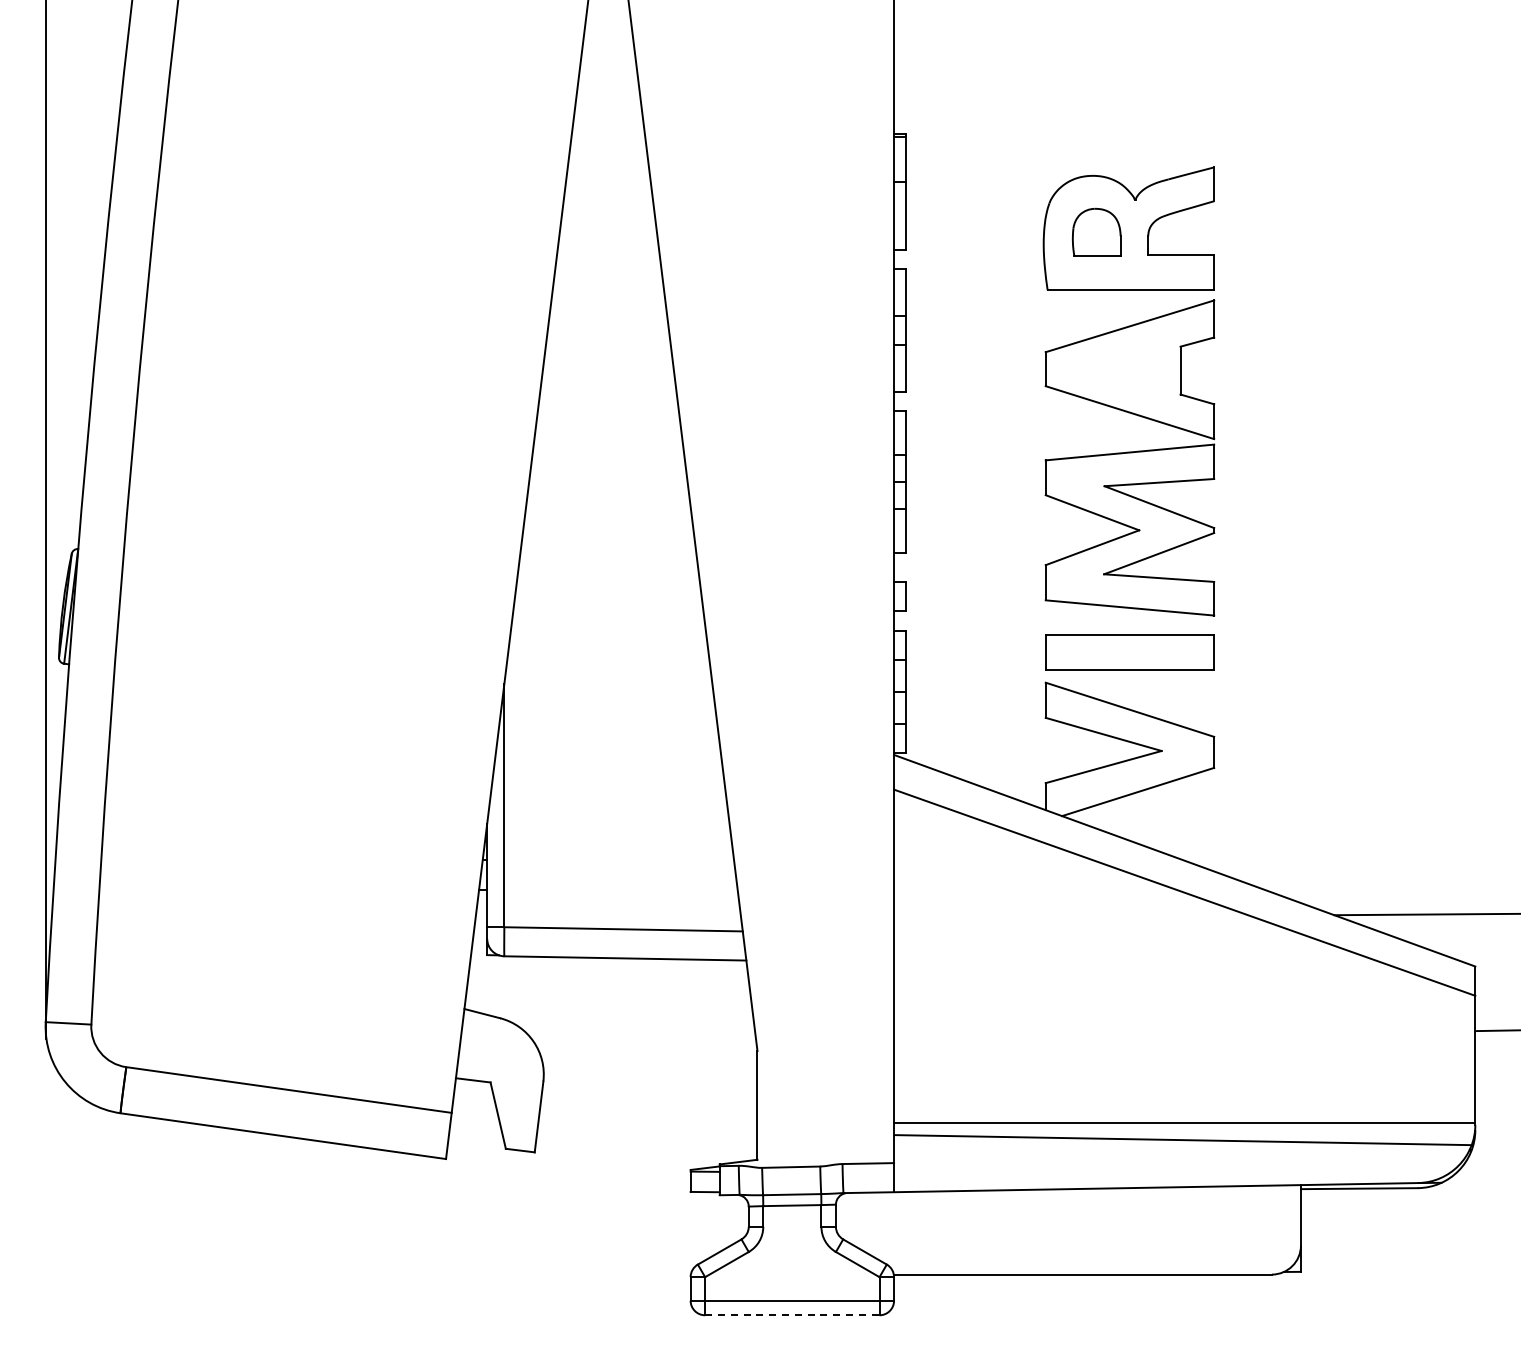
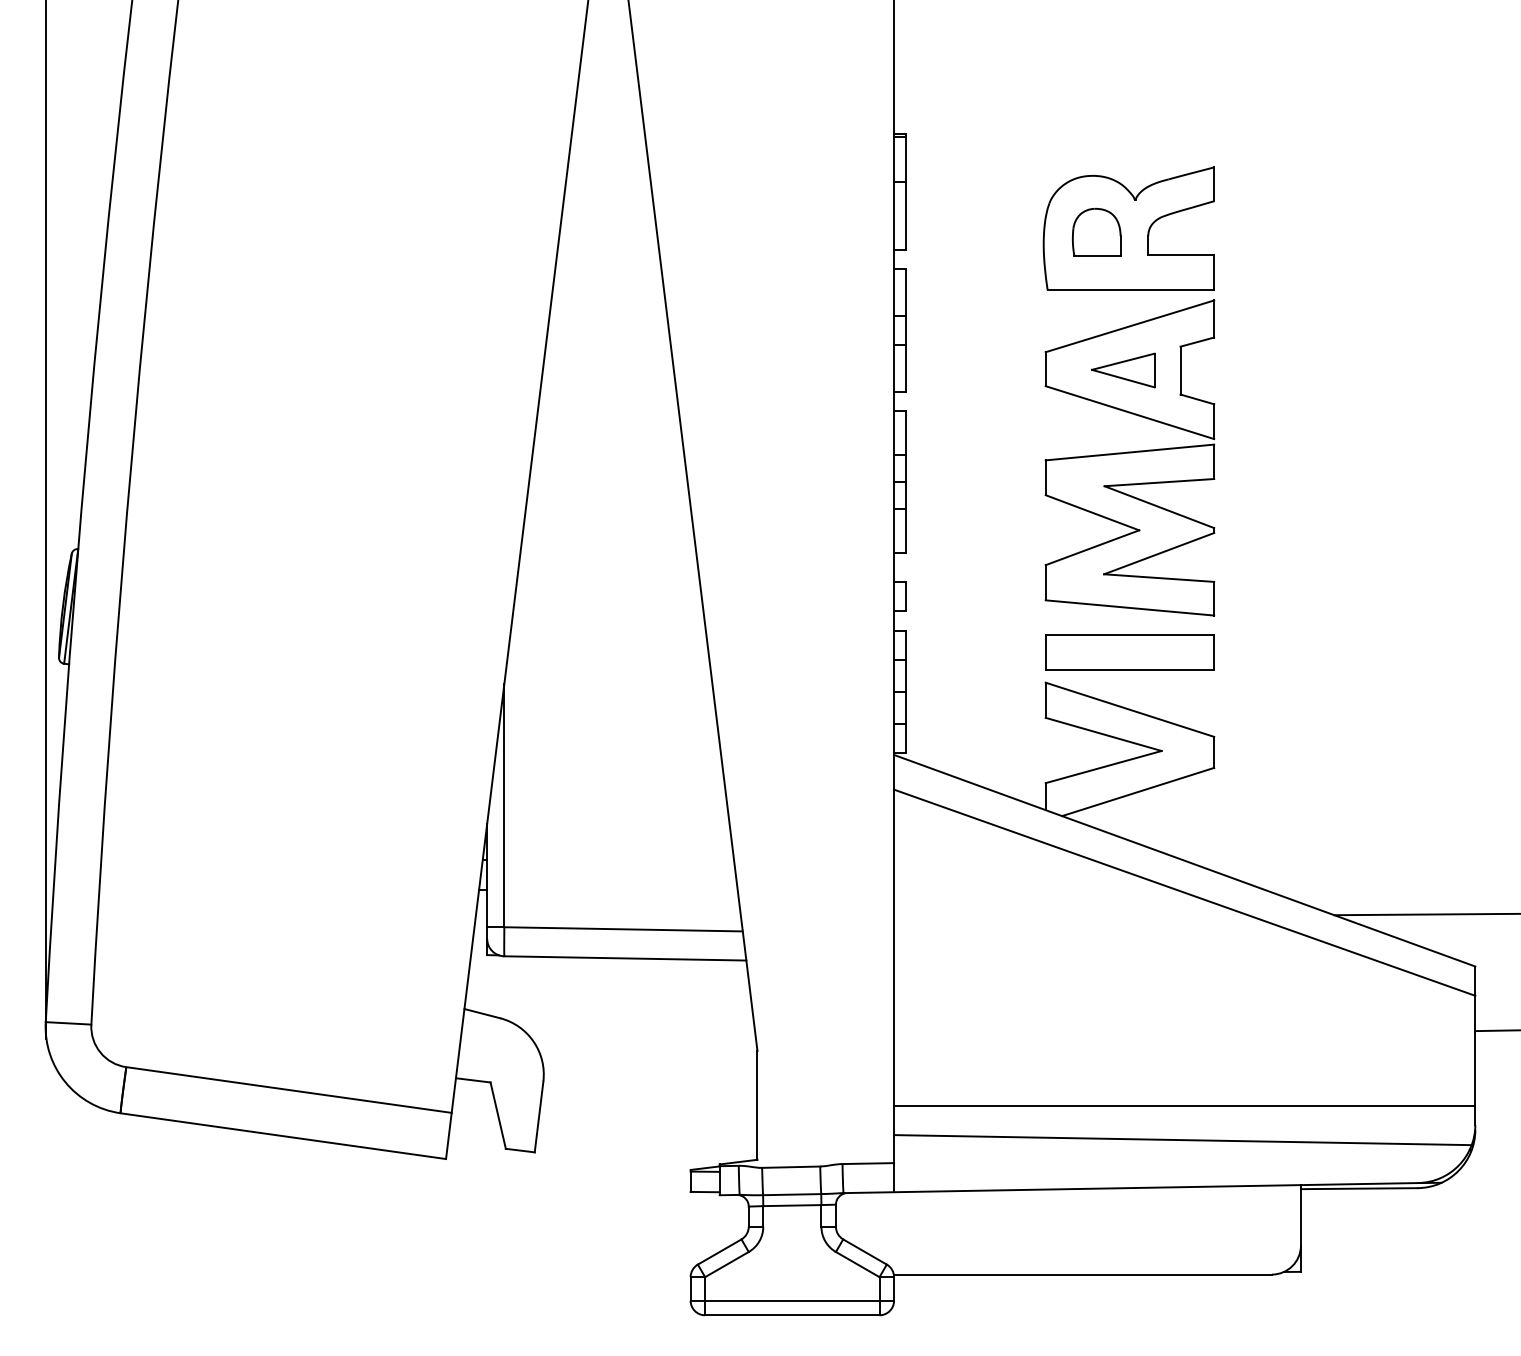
part at (1123, 370): none -> present
line at (1184, 1123) position: (1184, 1123) -> (1184, 1106)
line at (792, 1315): dashed -> solid
